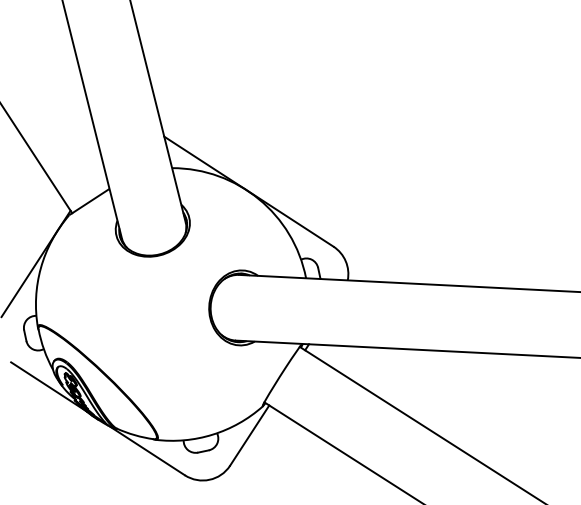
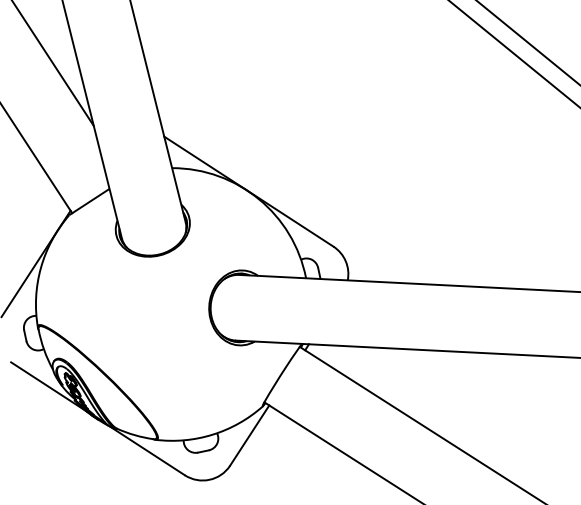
line at (527, 42): none -> present
line at (513, 53): none -> present
line at (53, 63): none -> present
